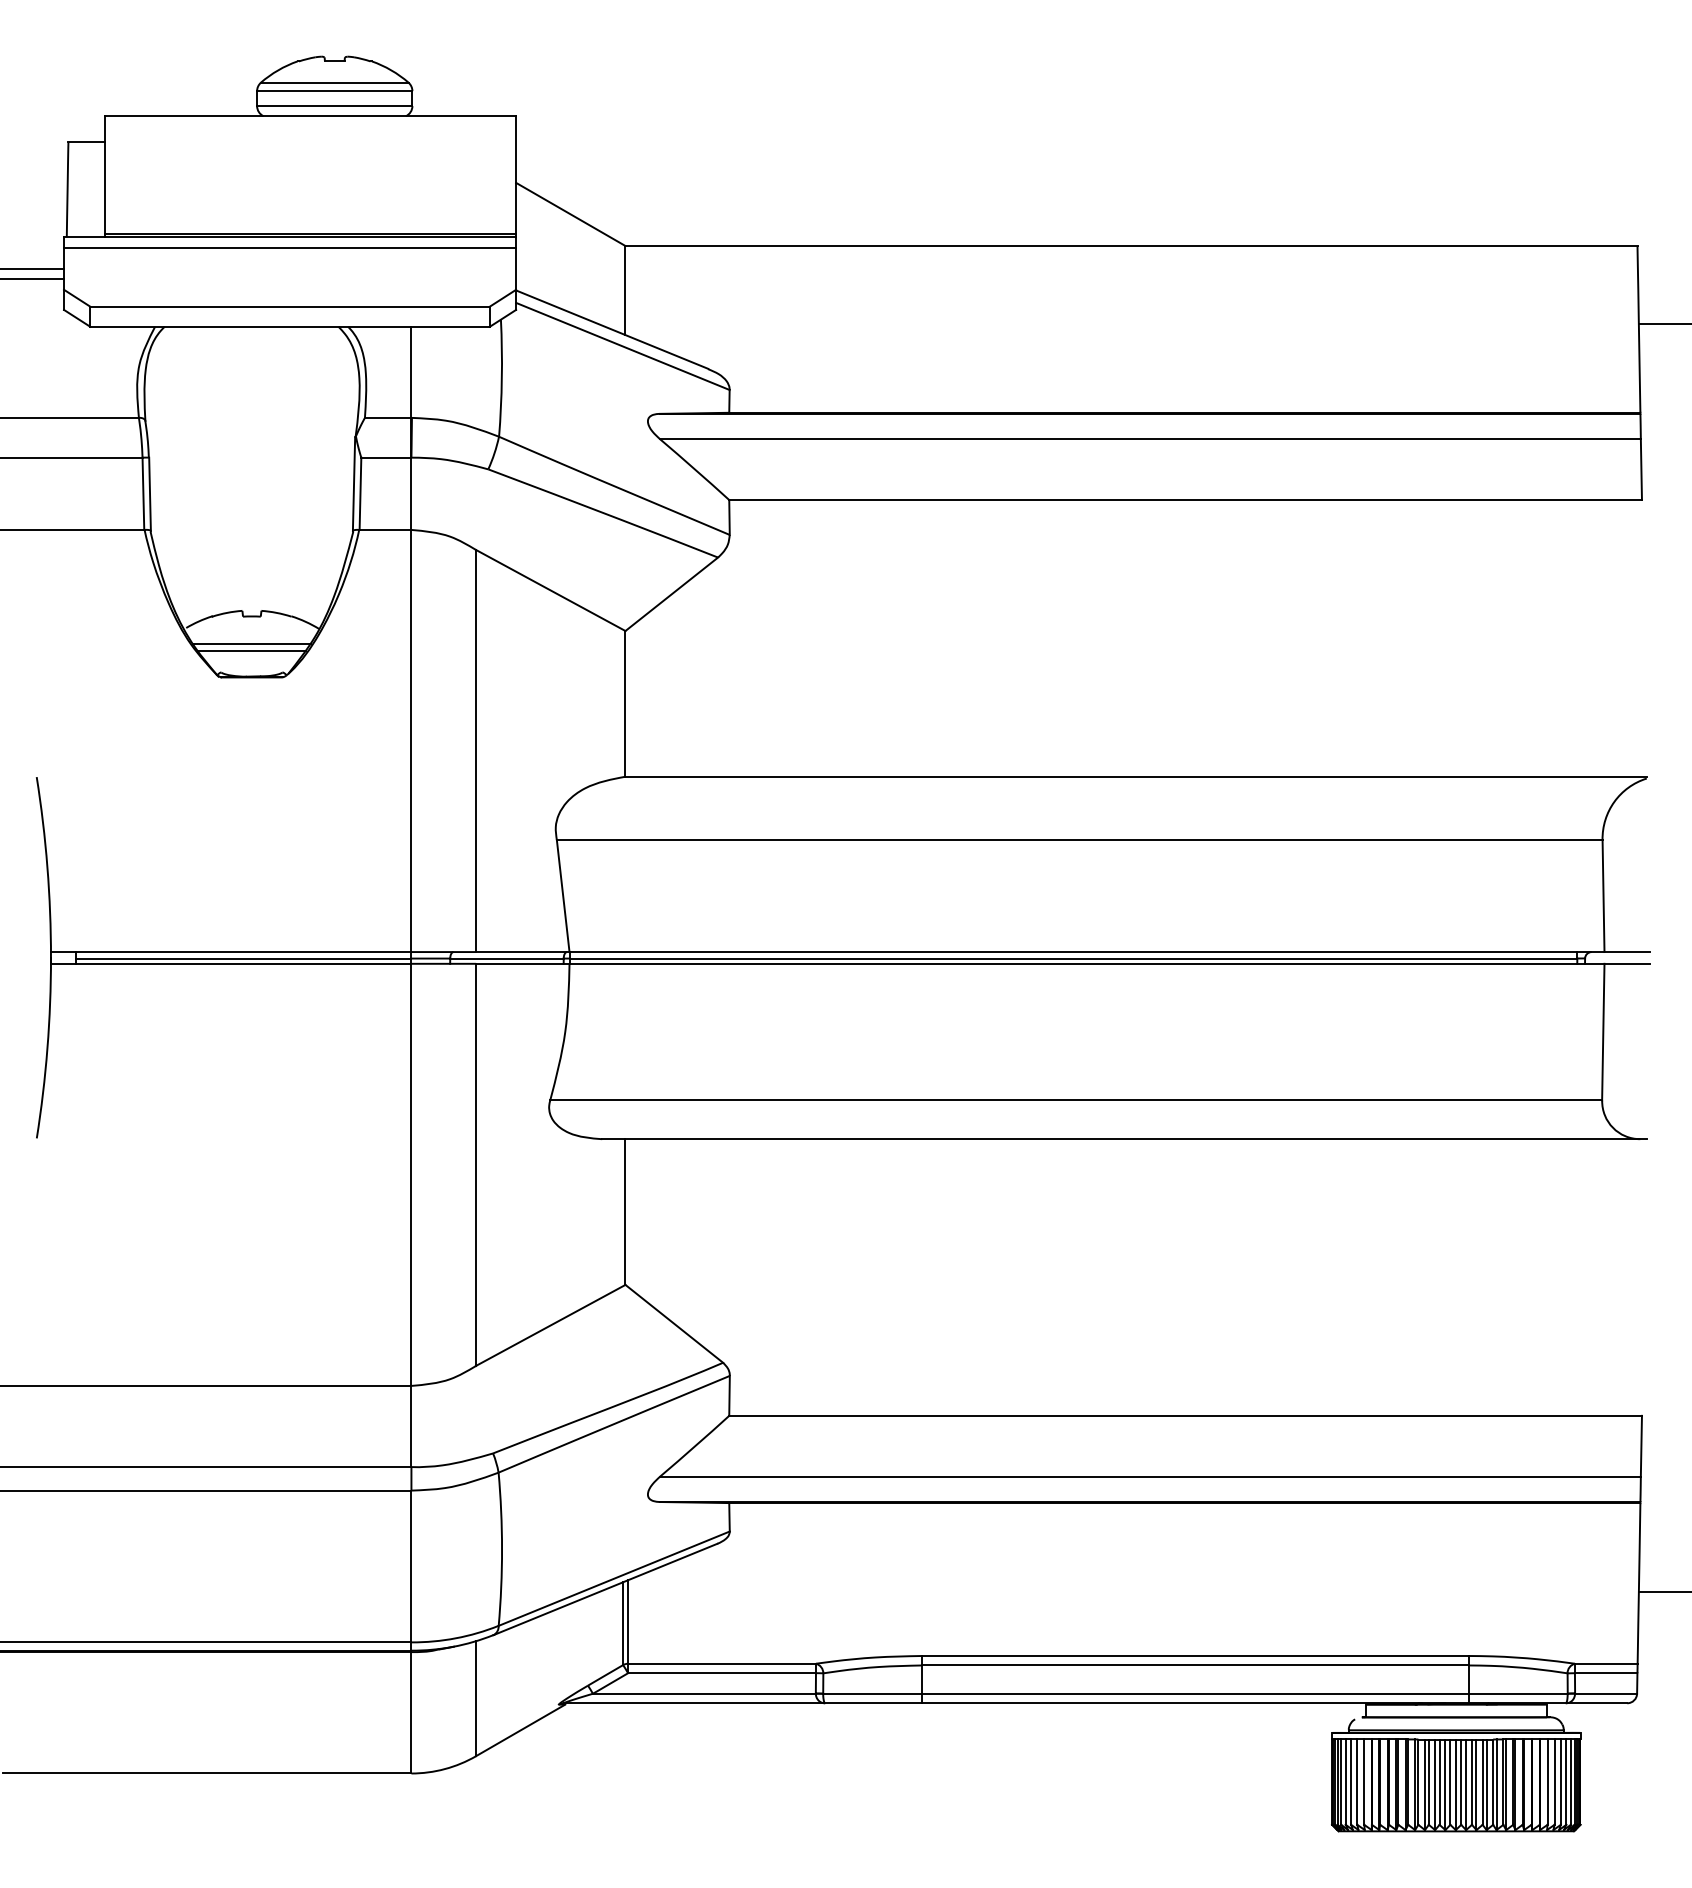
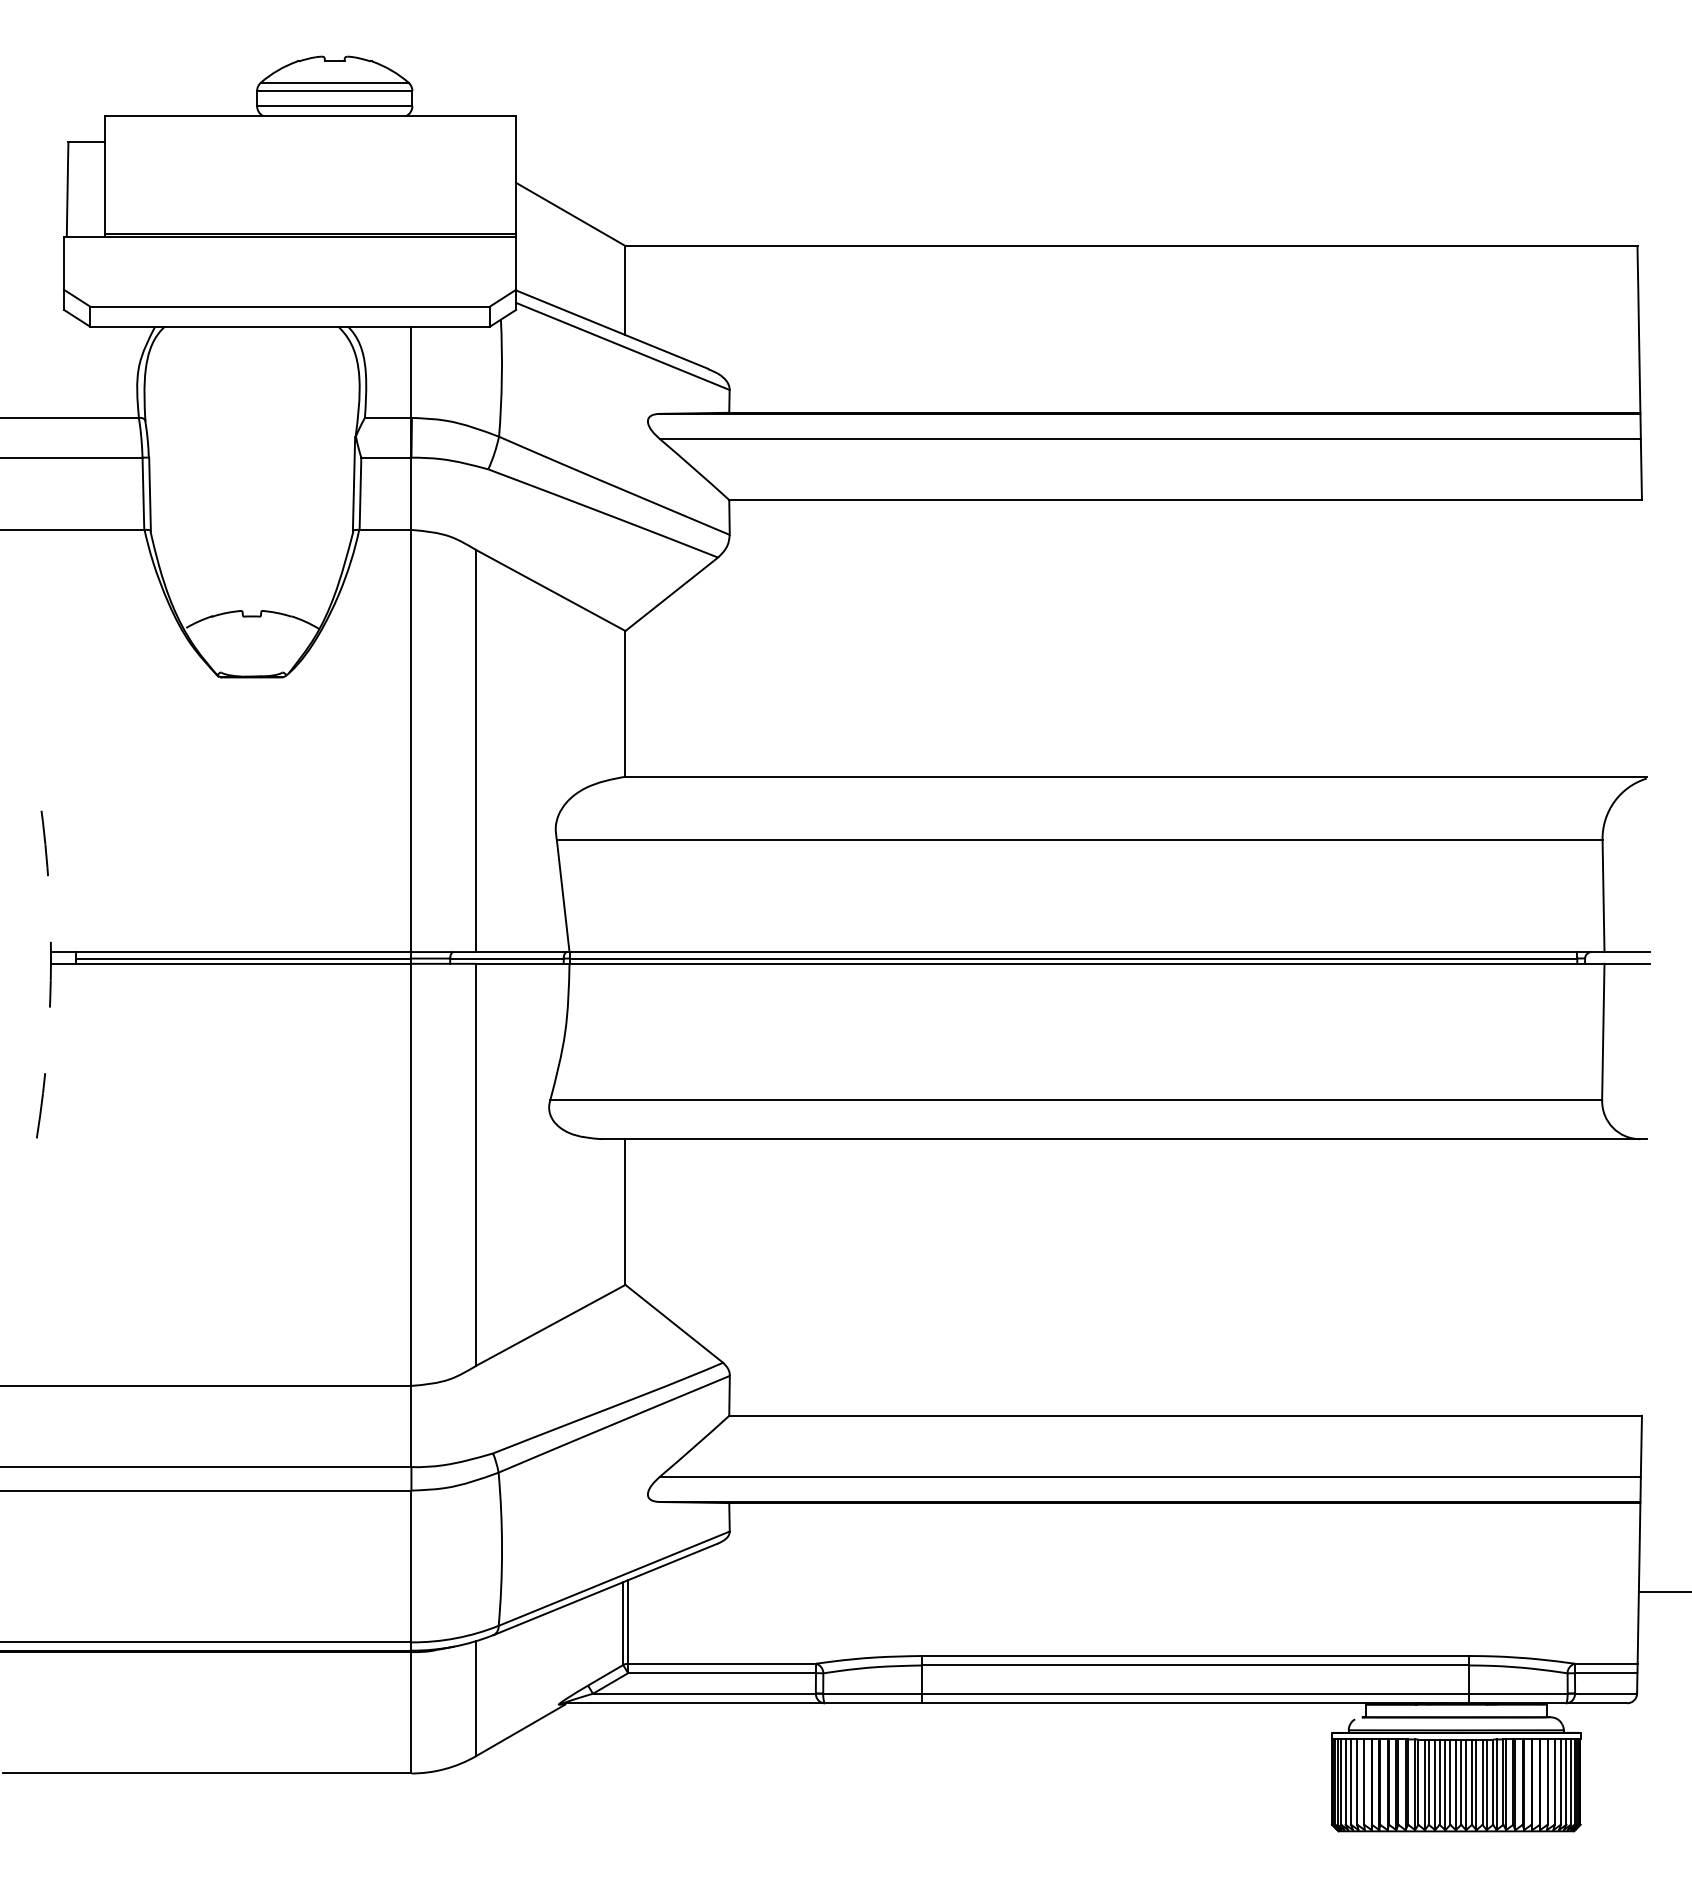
line at (290, 248): present -> none
line at (33, 268): present -> none
line at (33, 279): present -> none
line at (1663, 323): present -> none
line at (251, 644): present -> none
line at (251, 651): present -> none
arc at (51, 957): solid -> dashed
